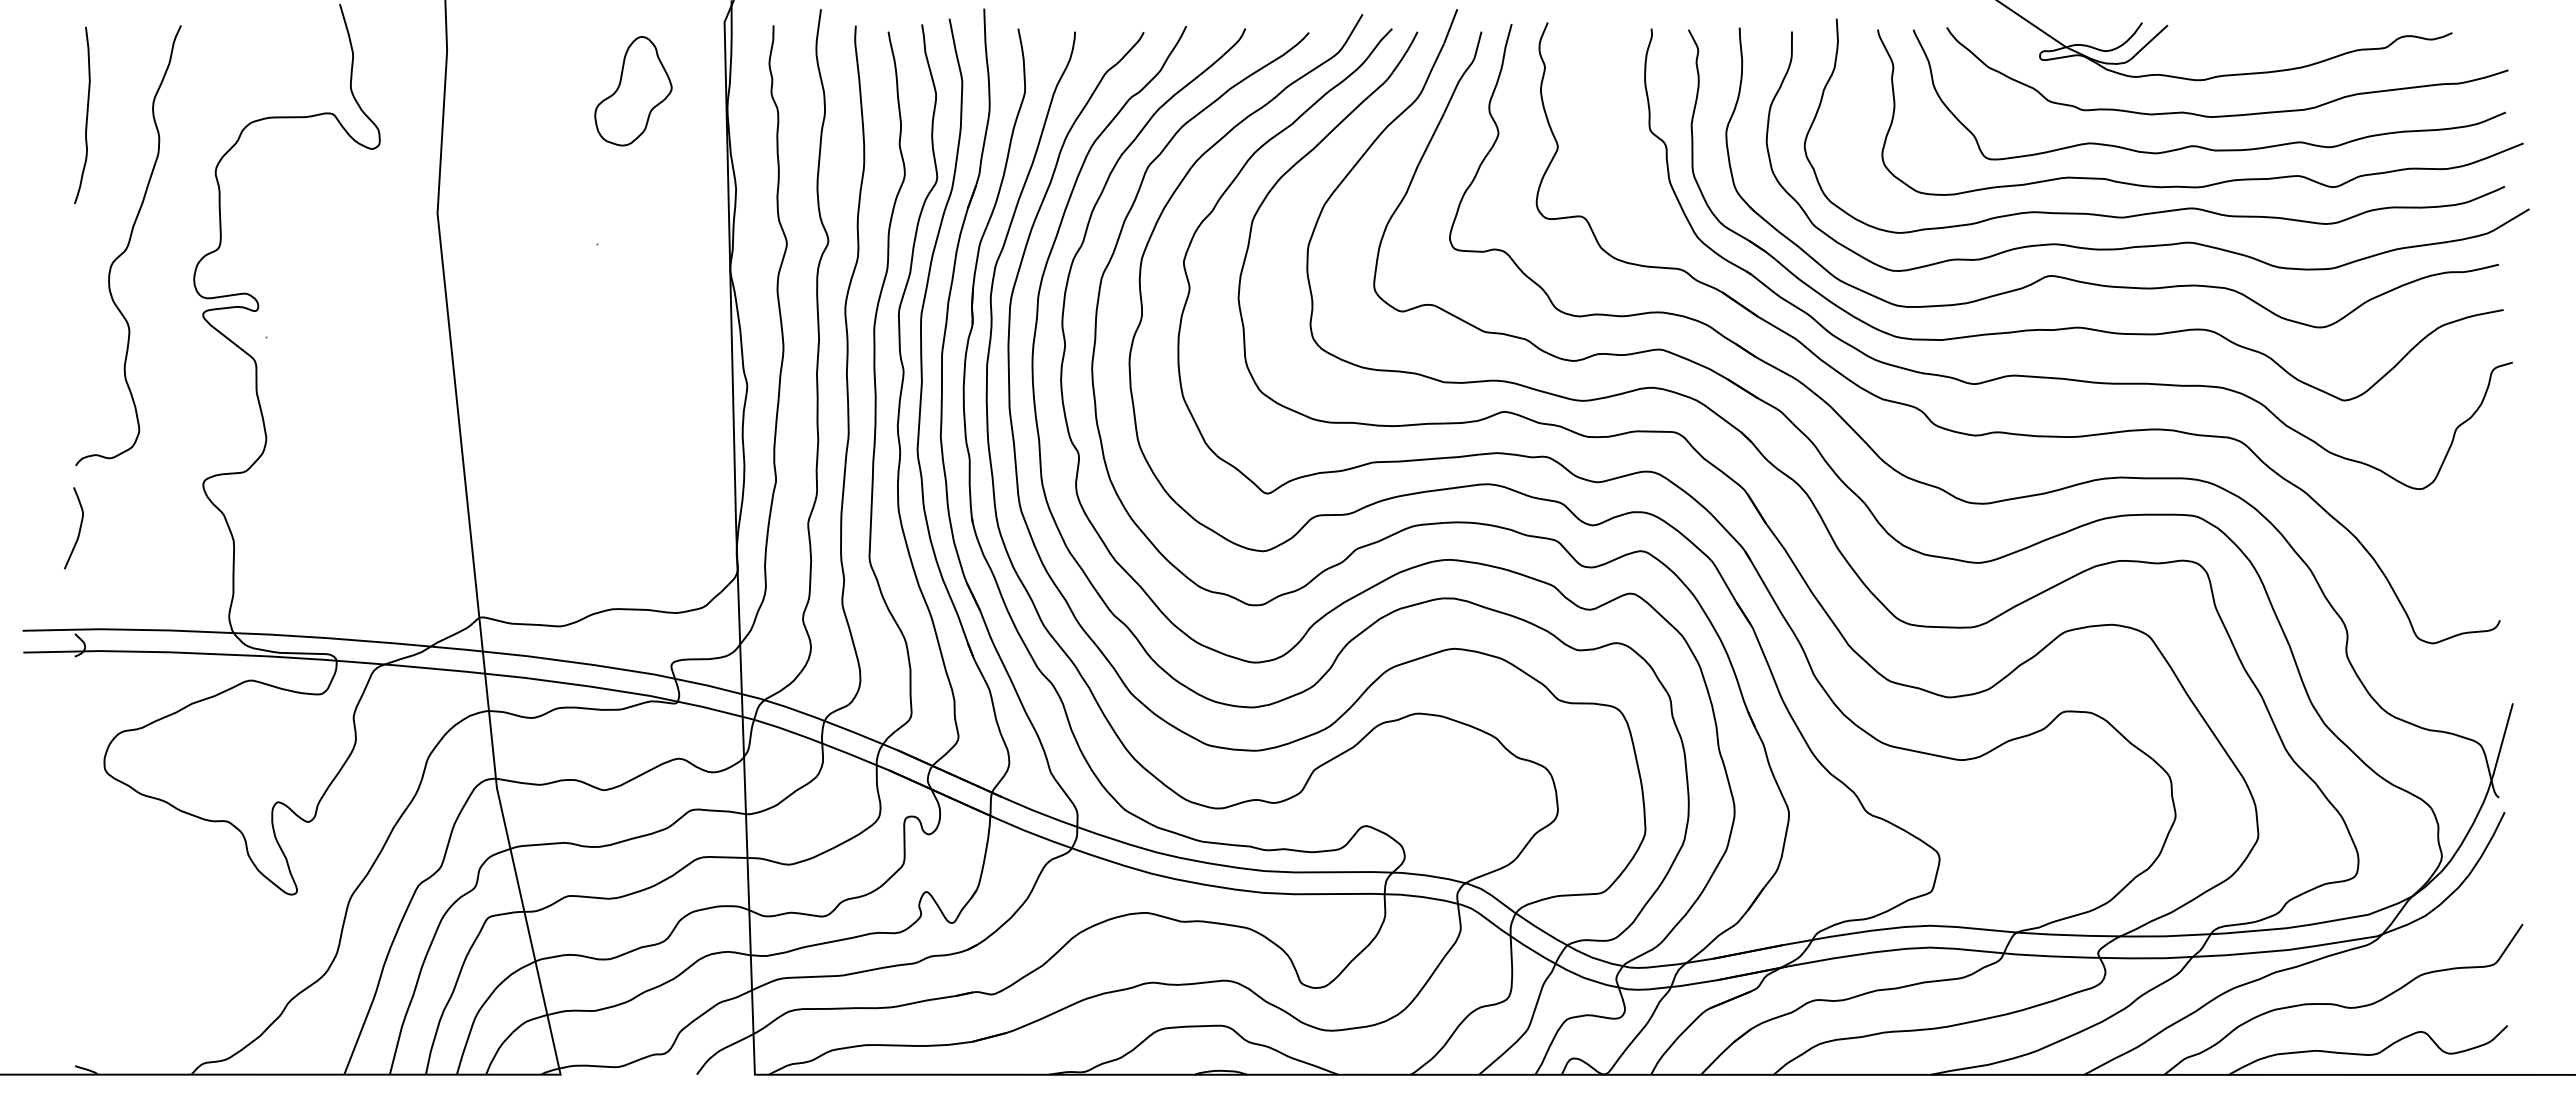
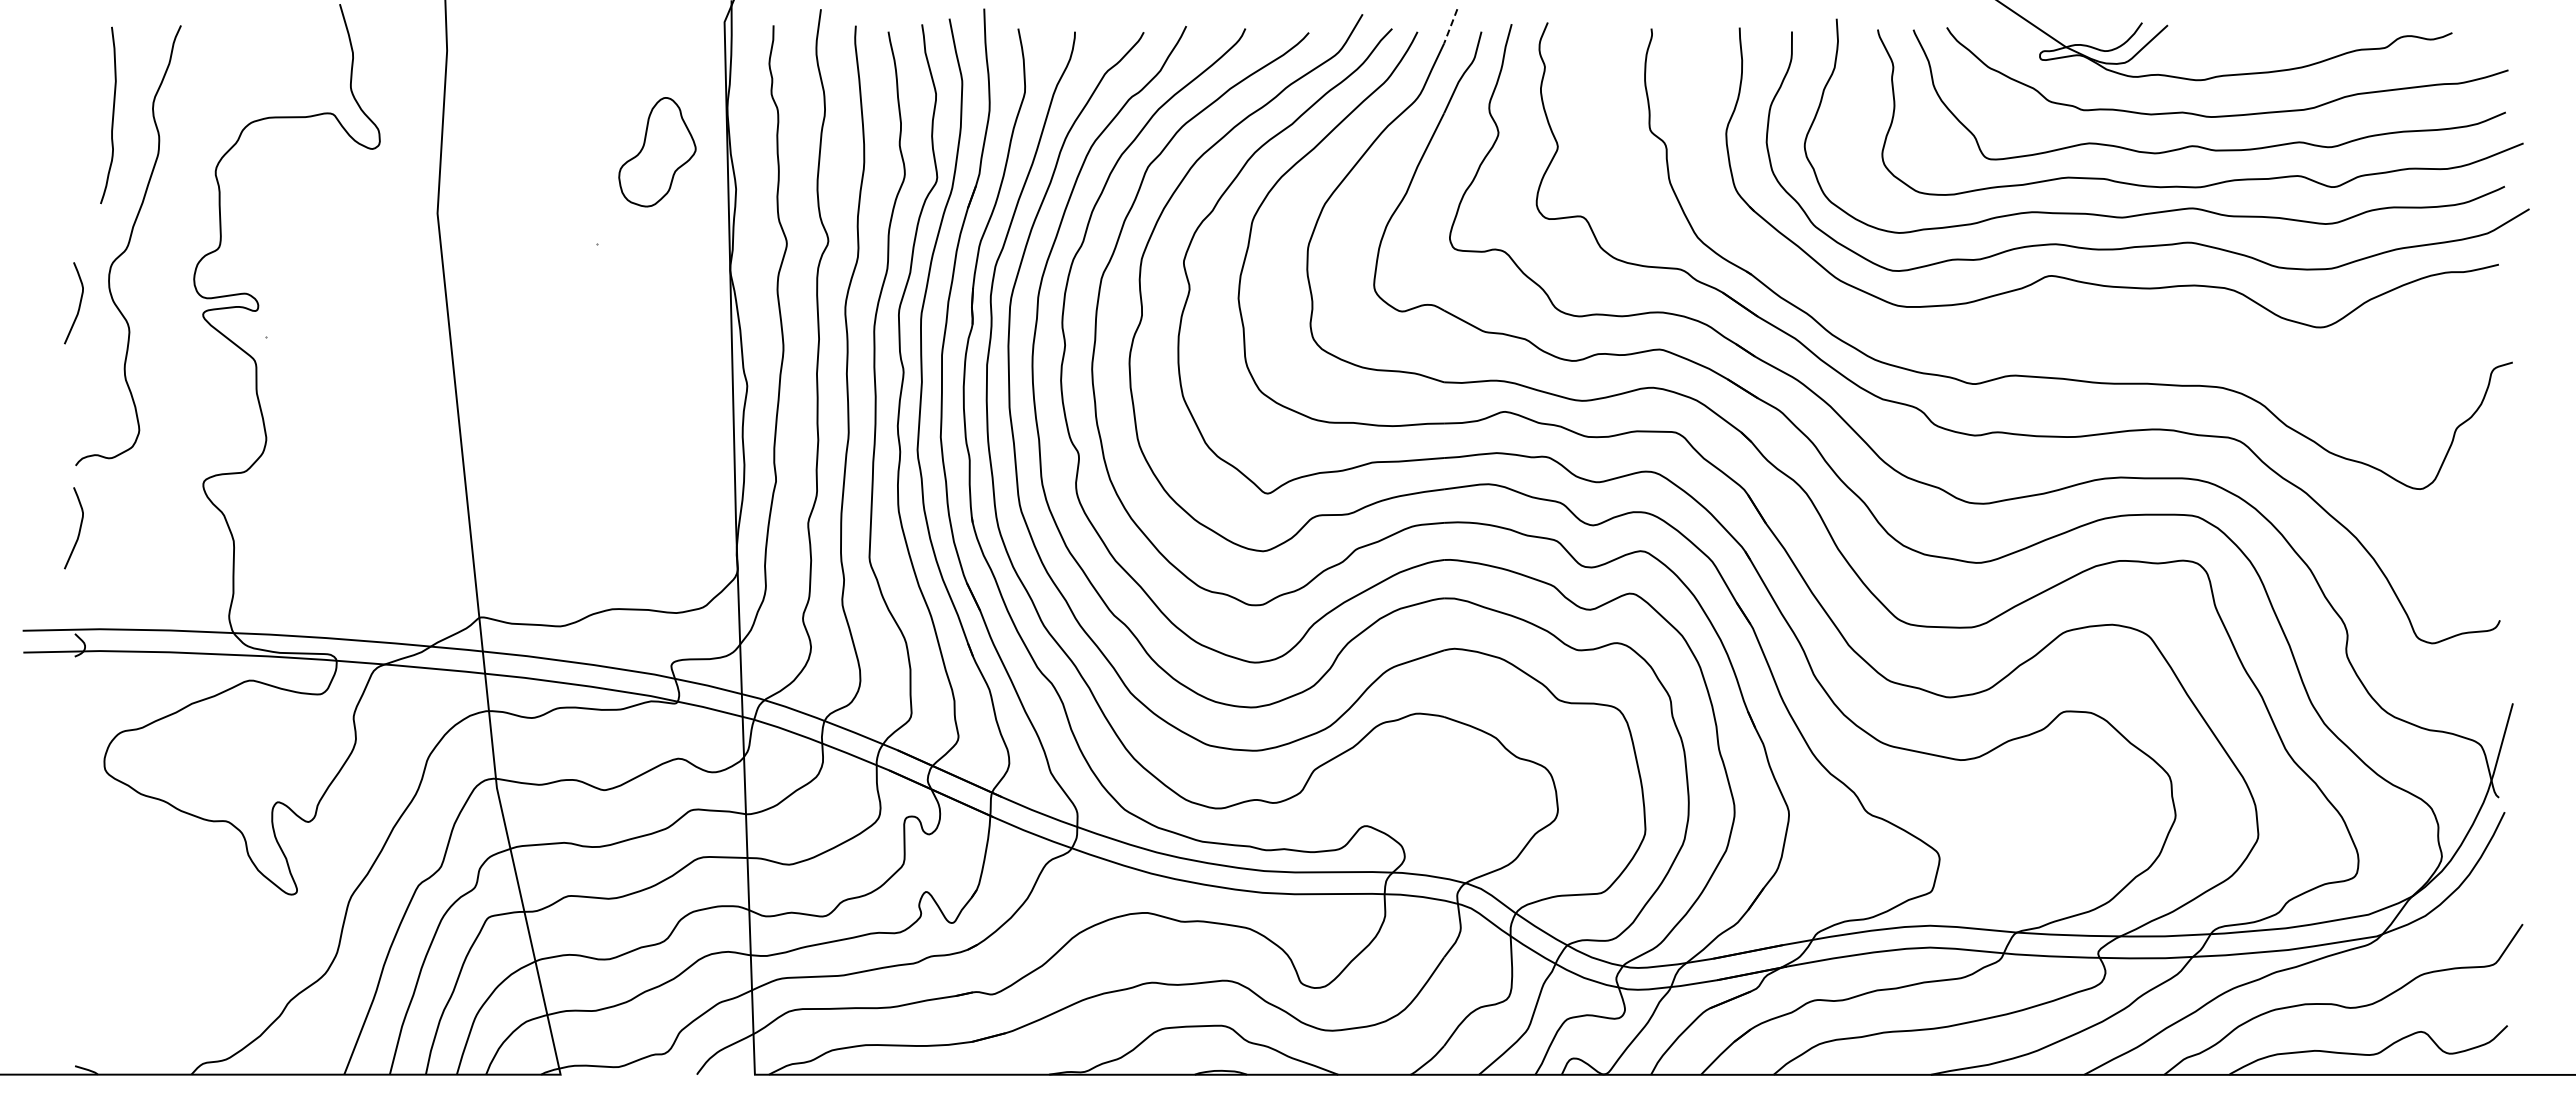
line at (1450, 26): solid -> dashed
part at (633, 91) position: (633, 91) -> (657, 152)
curve at (86, 115) position: (86, 115) -> (112, 115)
curve at (78, 306): none -> present
part at (2081, 326): present -> none
